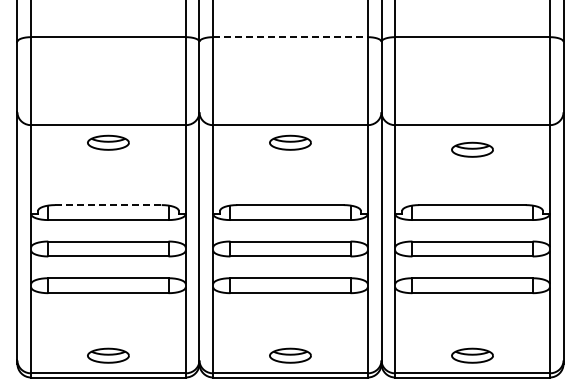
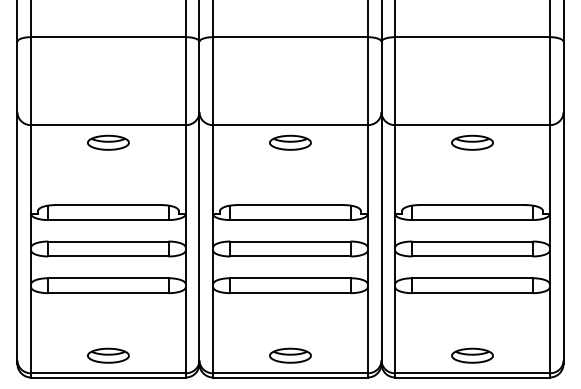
line at (290, 37): dashed -> solid
part at (472, 149) position: (472, 149) -> (472, 142)
line at (108, 205): dashed -> solid
